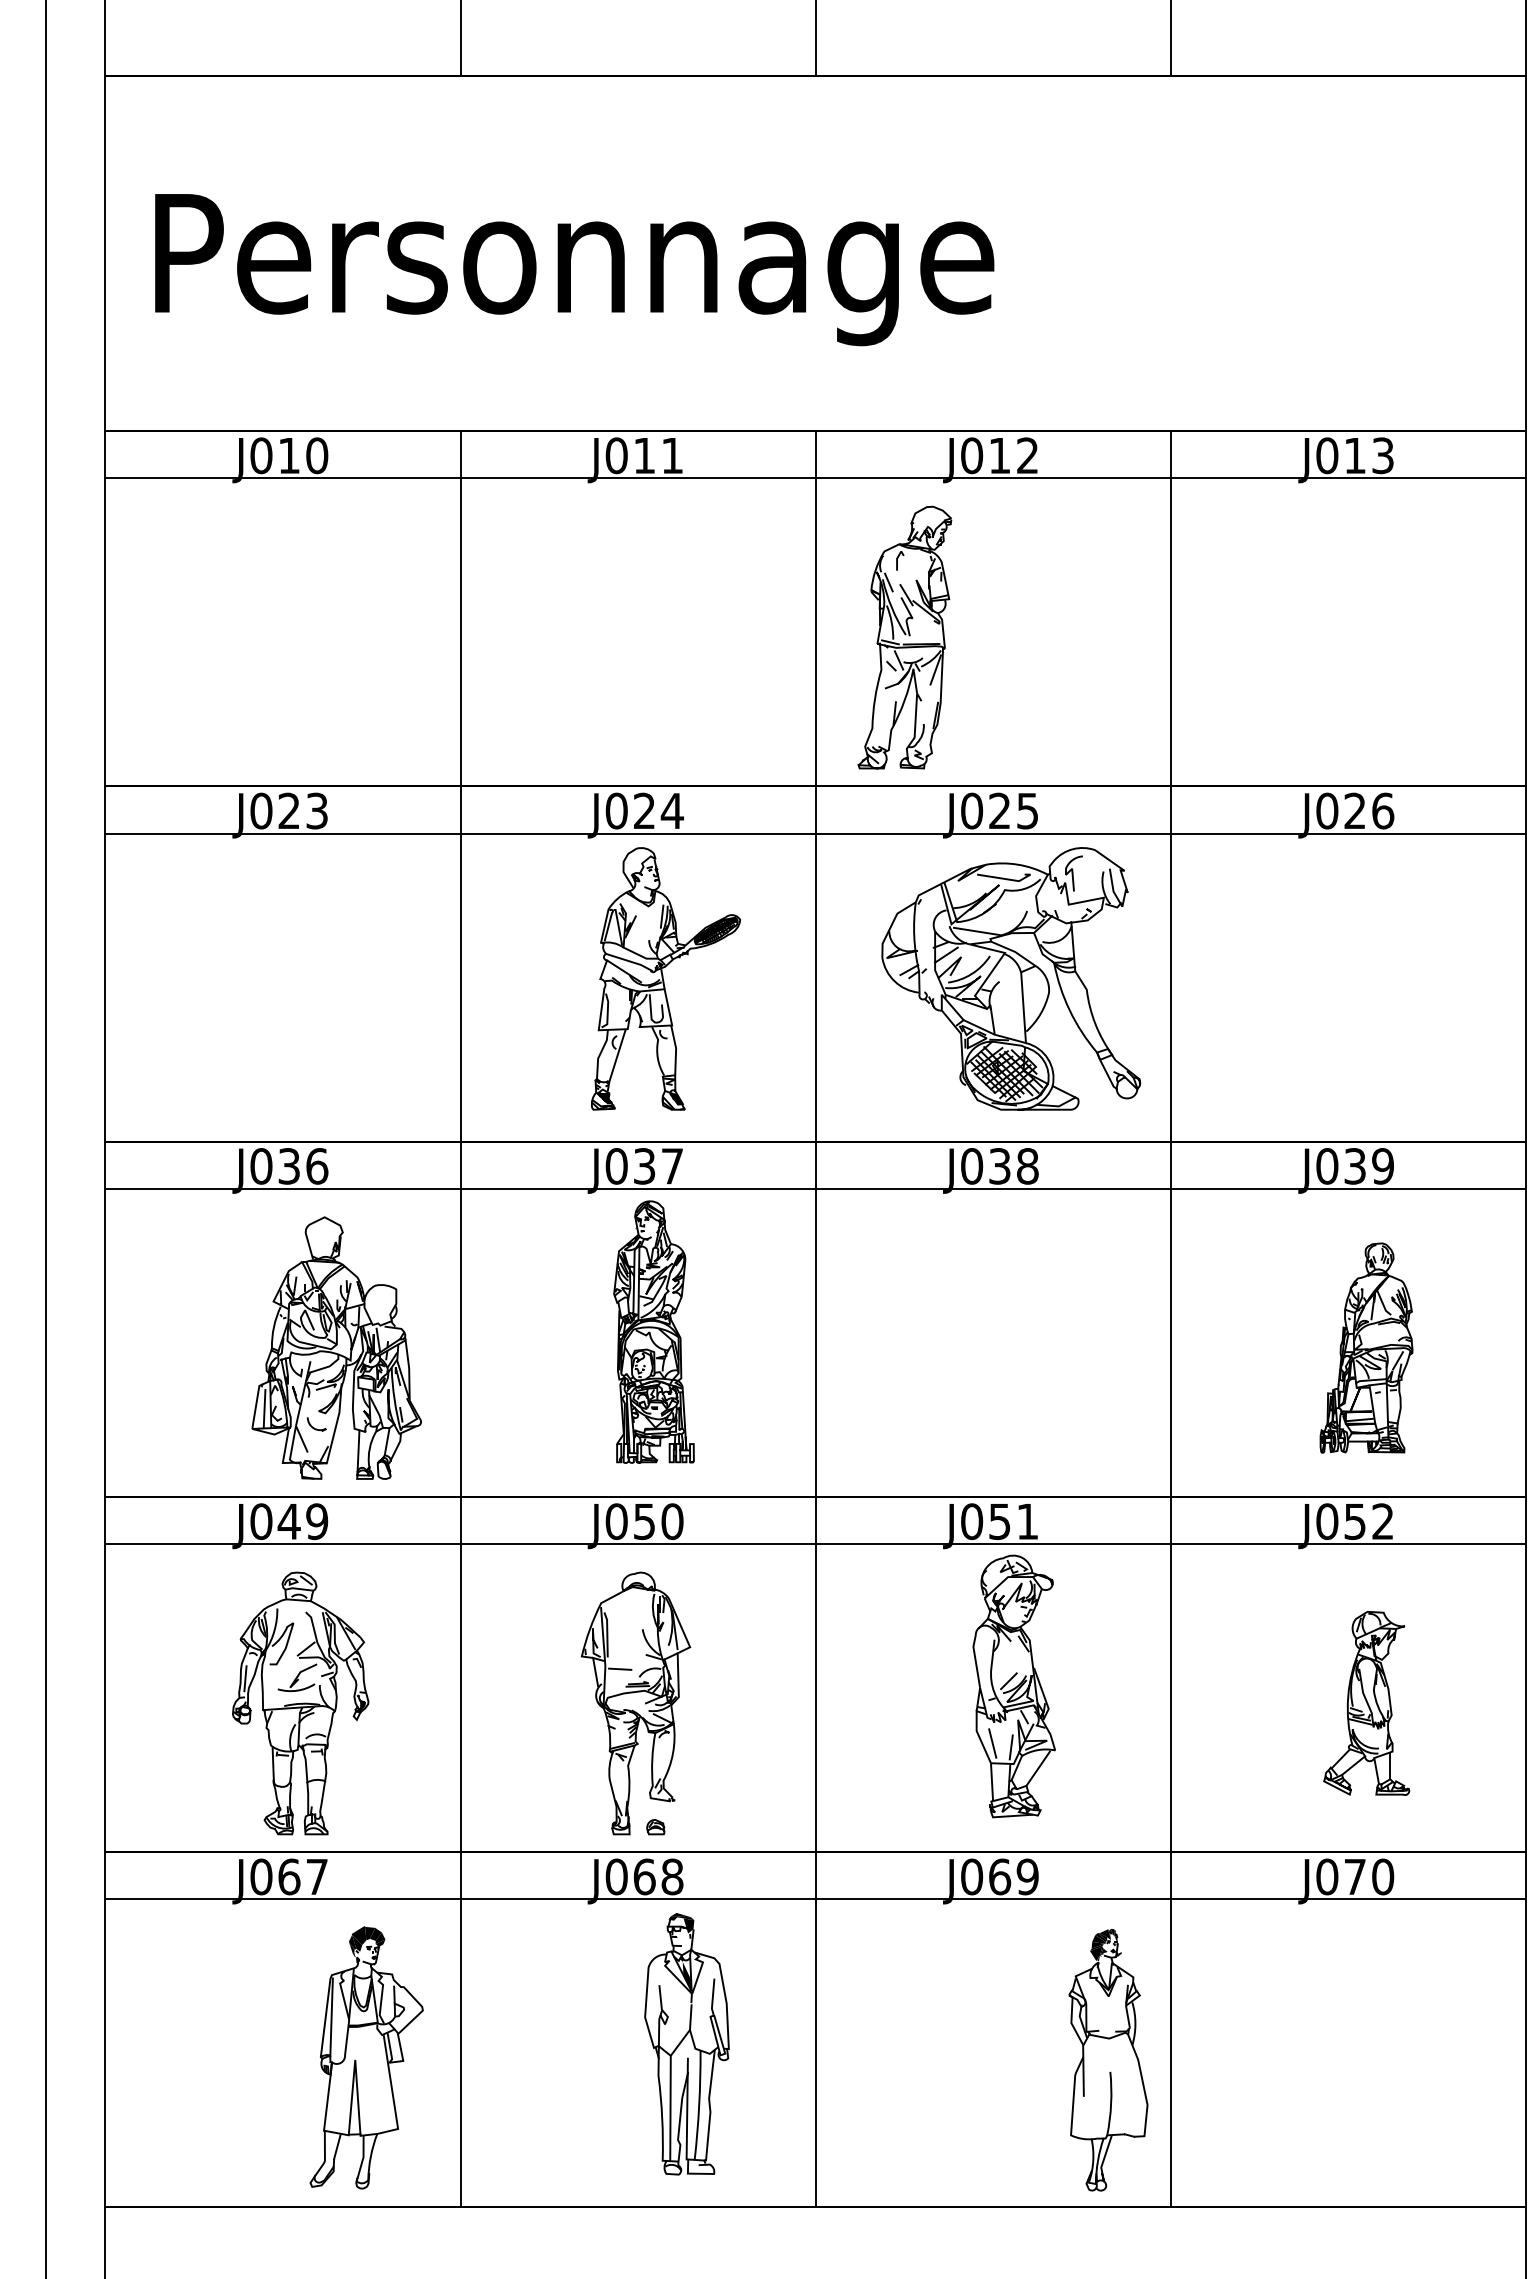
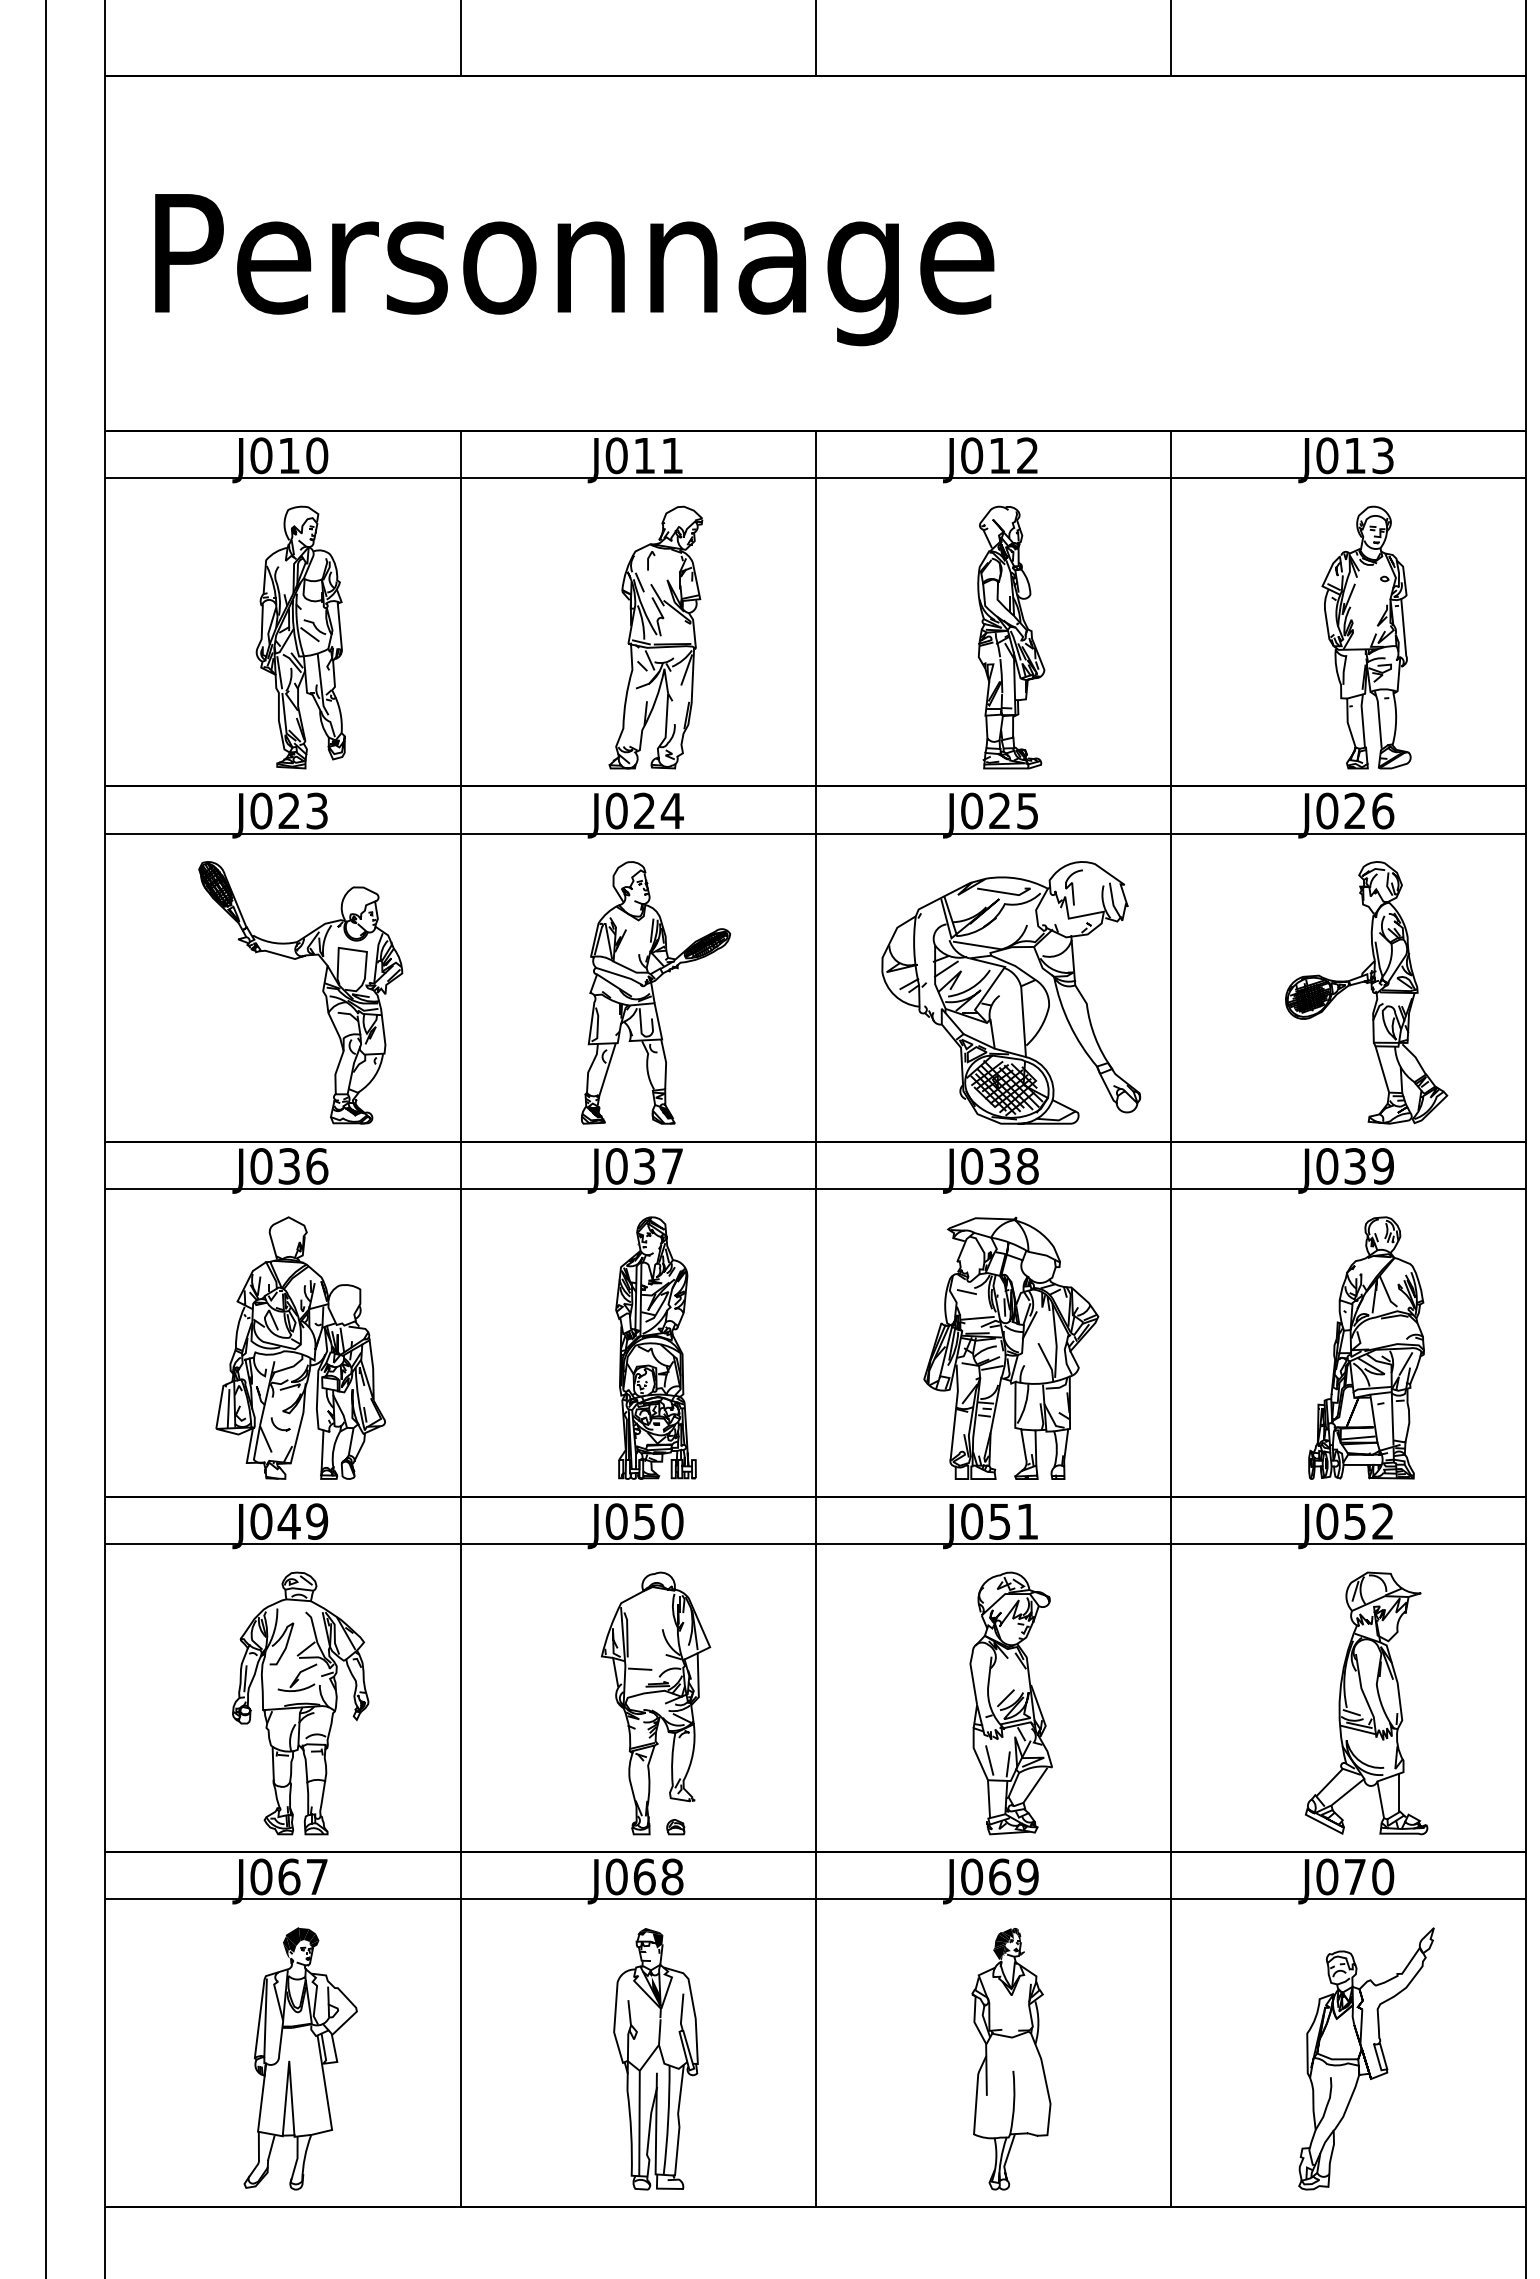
part at (300, 637): none -> present
part at (904, 637) position: (904, 637) -> (655, 637)
part at (1011, 637): none -> present
part at (1366, 637): none -> present
part at (665, 978) position: (665, 978) -> (655, 992)
part at (1011, 978) position: (1011, 978) -> (1011, 992)
part at (322, 992): none -> present
part at (1366, 992): none -> present
part at (653, 1331) position: (653, 1331) -> (655, 1347)
part at (336, 1347) position: (336, 1347) -> (300, 1347)
part at (1011, 1347): none -> present
part at (1366, 1347) size: 95x212 px -> 117x264 px
part at (1013, 1686) position: (1013, 1686) -> (1010, 1703)
part at (635, 1703) position: (635, 1703) -> (655, 1703)
part at (1366, 1703) size: 88x185 px -> 124x265 px
part at (686, 2044) position: (686, 2044) -> (655, 2059)
part at (366, 2057) position: (366, 2057) -> (300, 2058)
part at (1366, 2058): none -> present
part at (1108, 2060) position: (1108, 2060) -> (1011, 2059)
